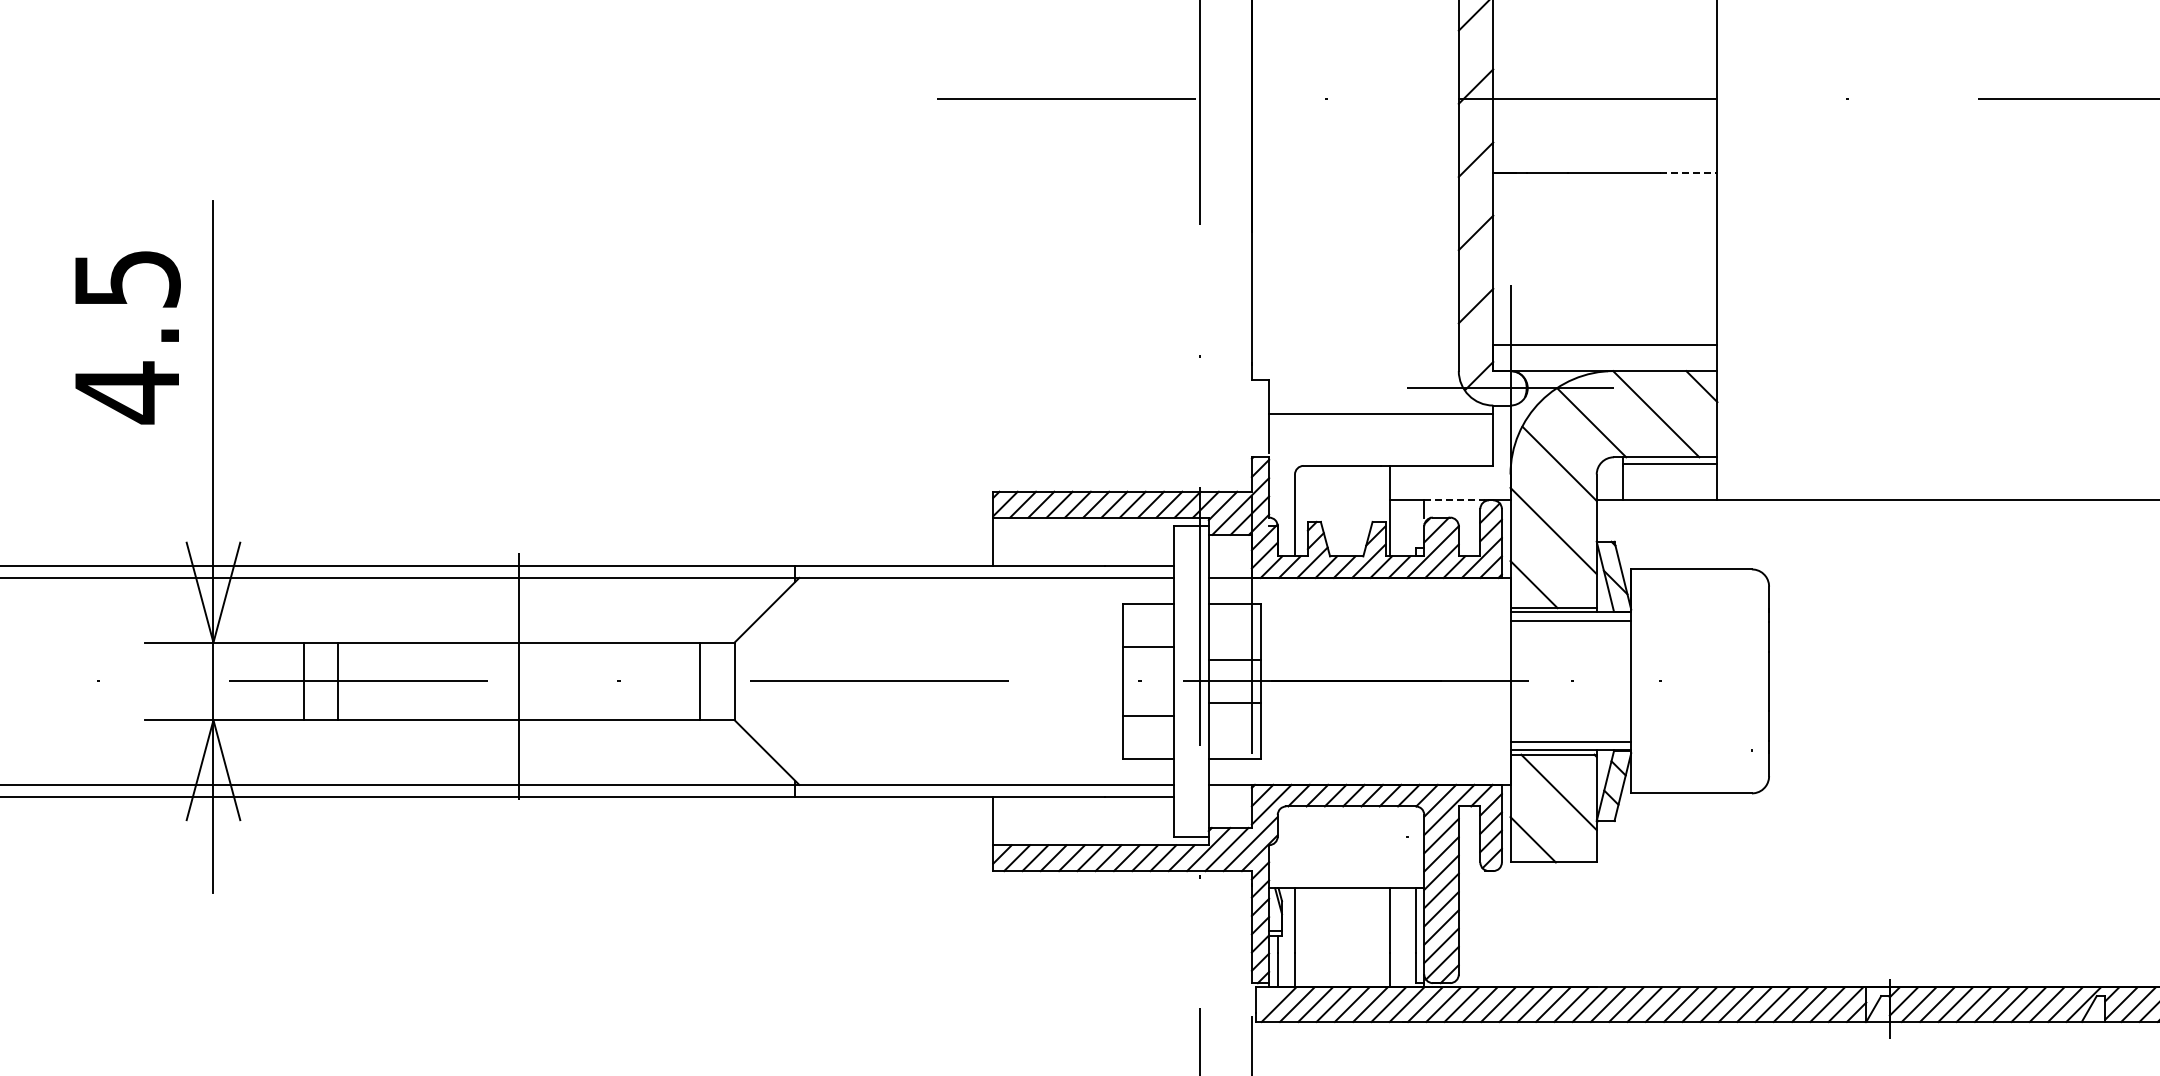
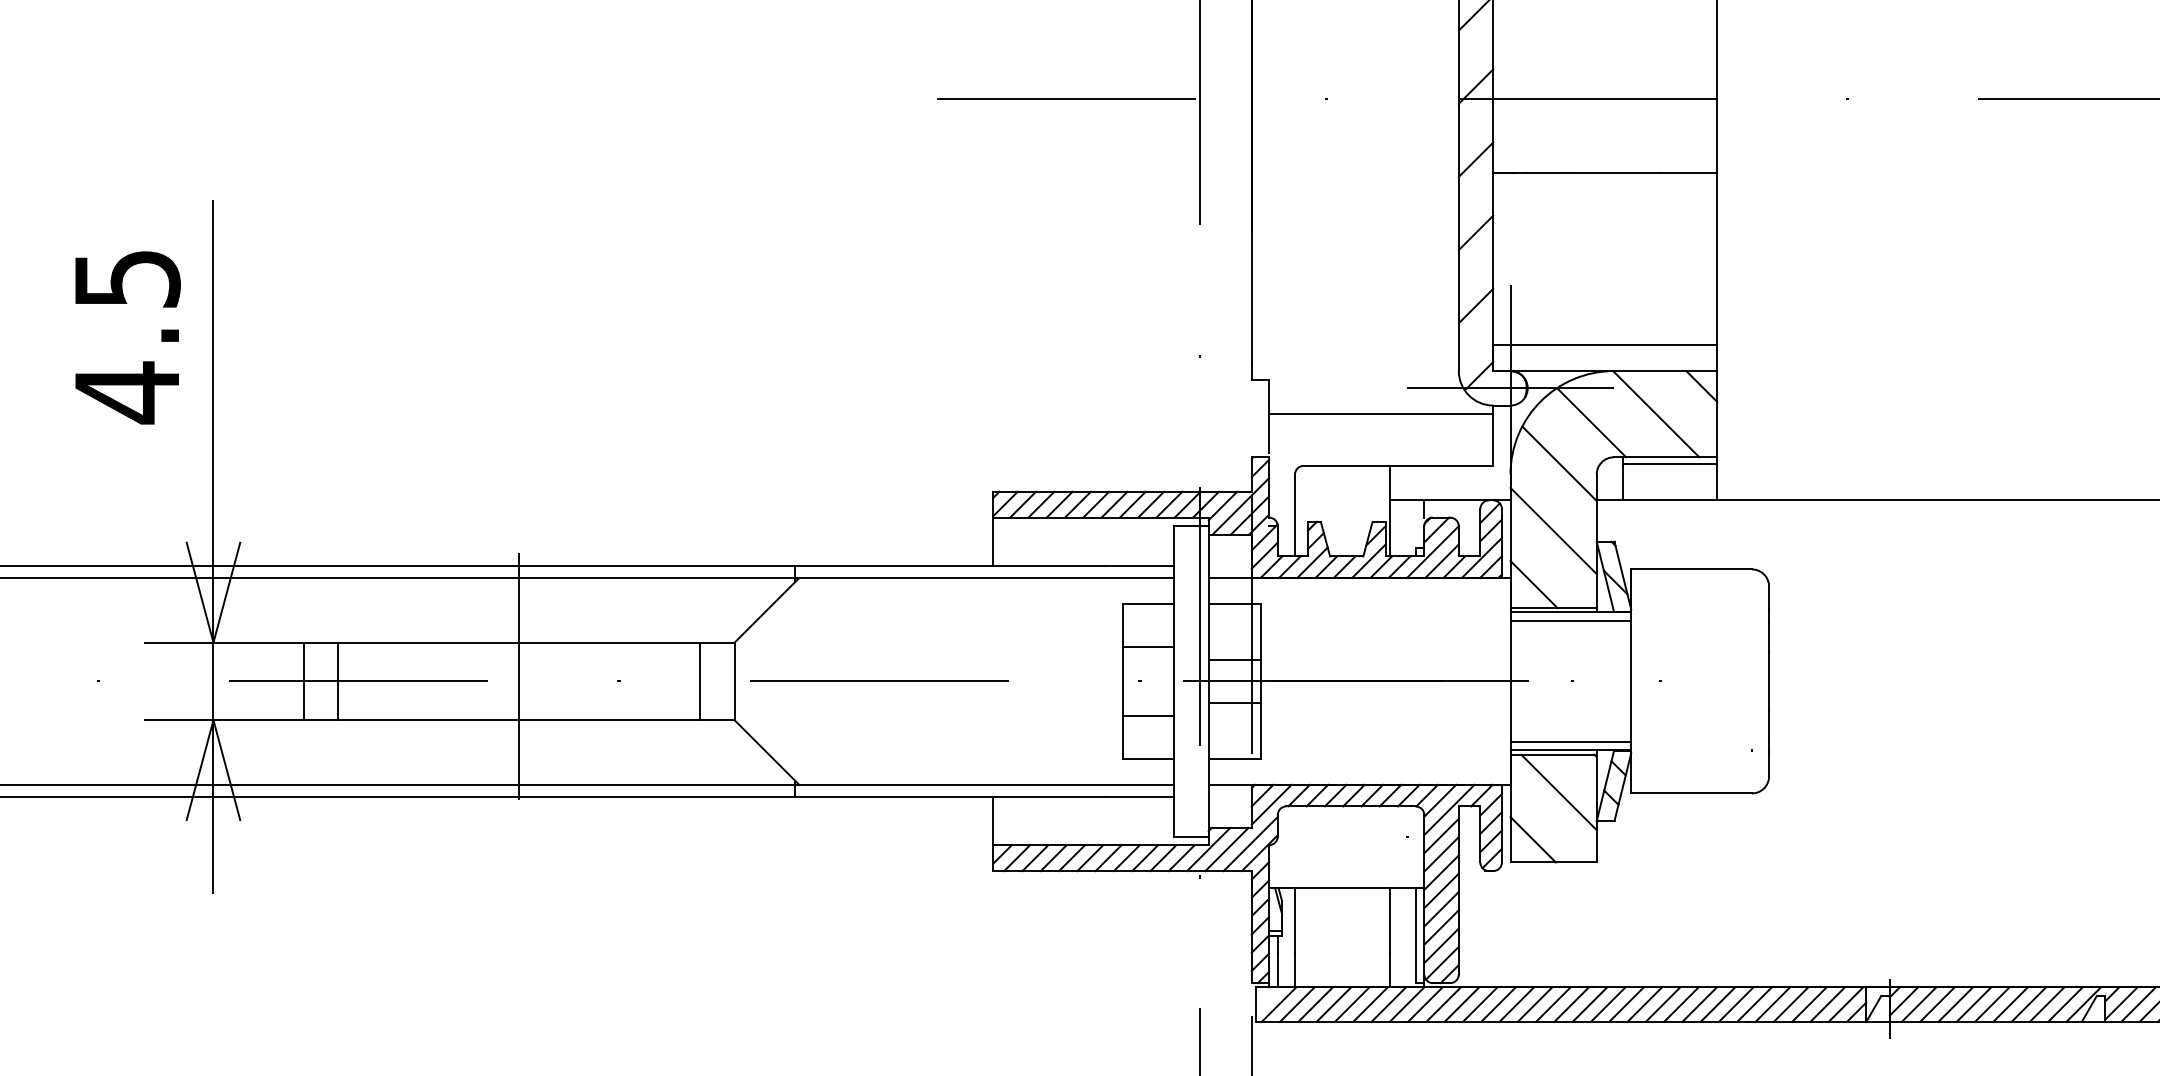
line at (1688, 172): dashed -> solid
line at (1454, 500): dashed -> solid
